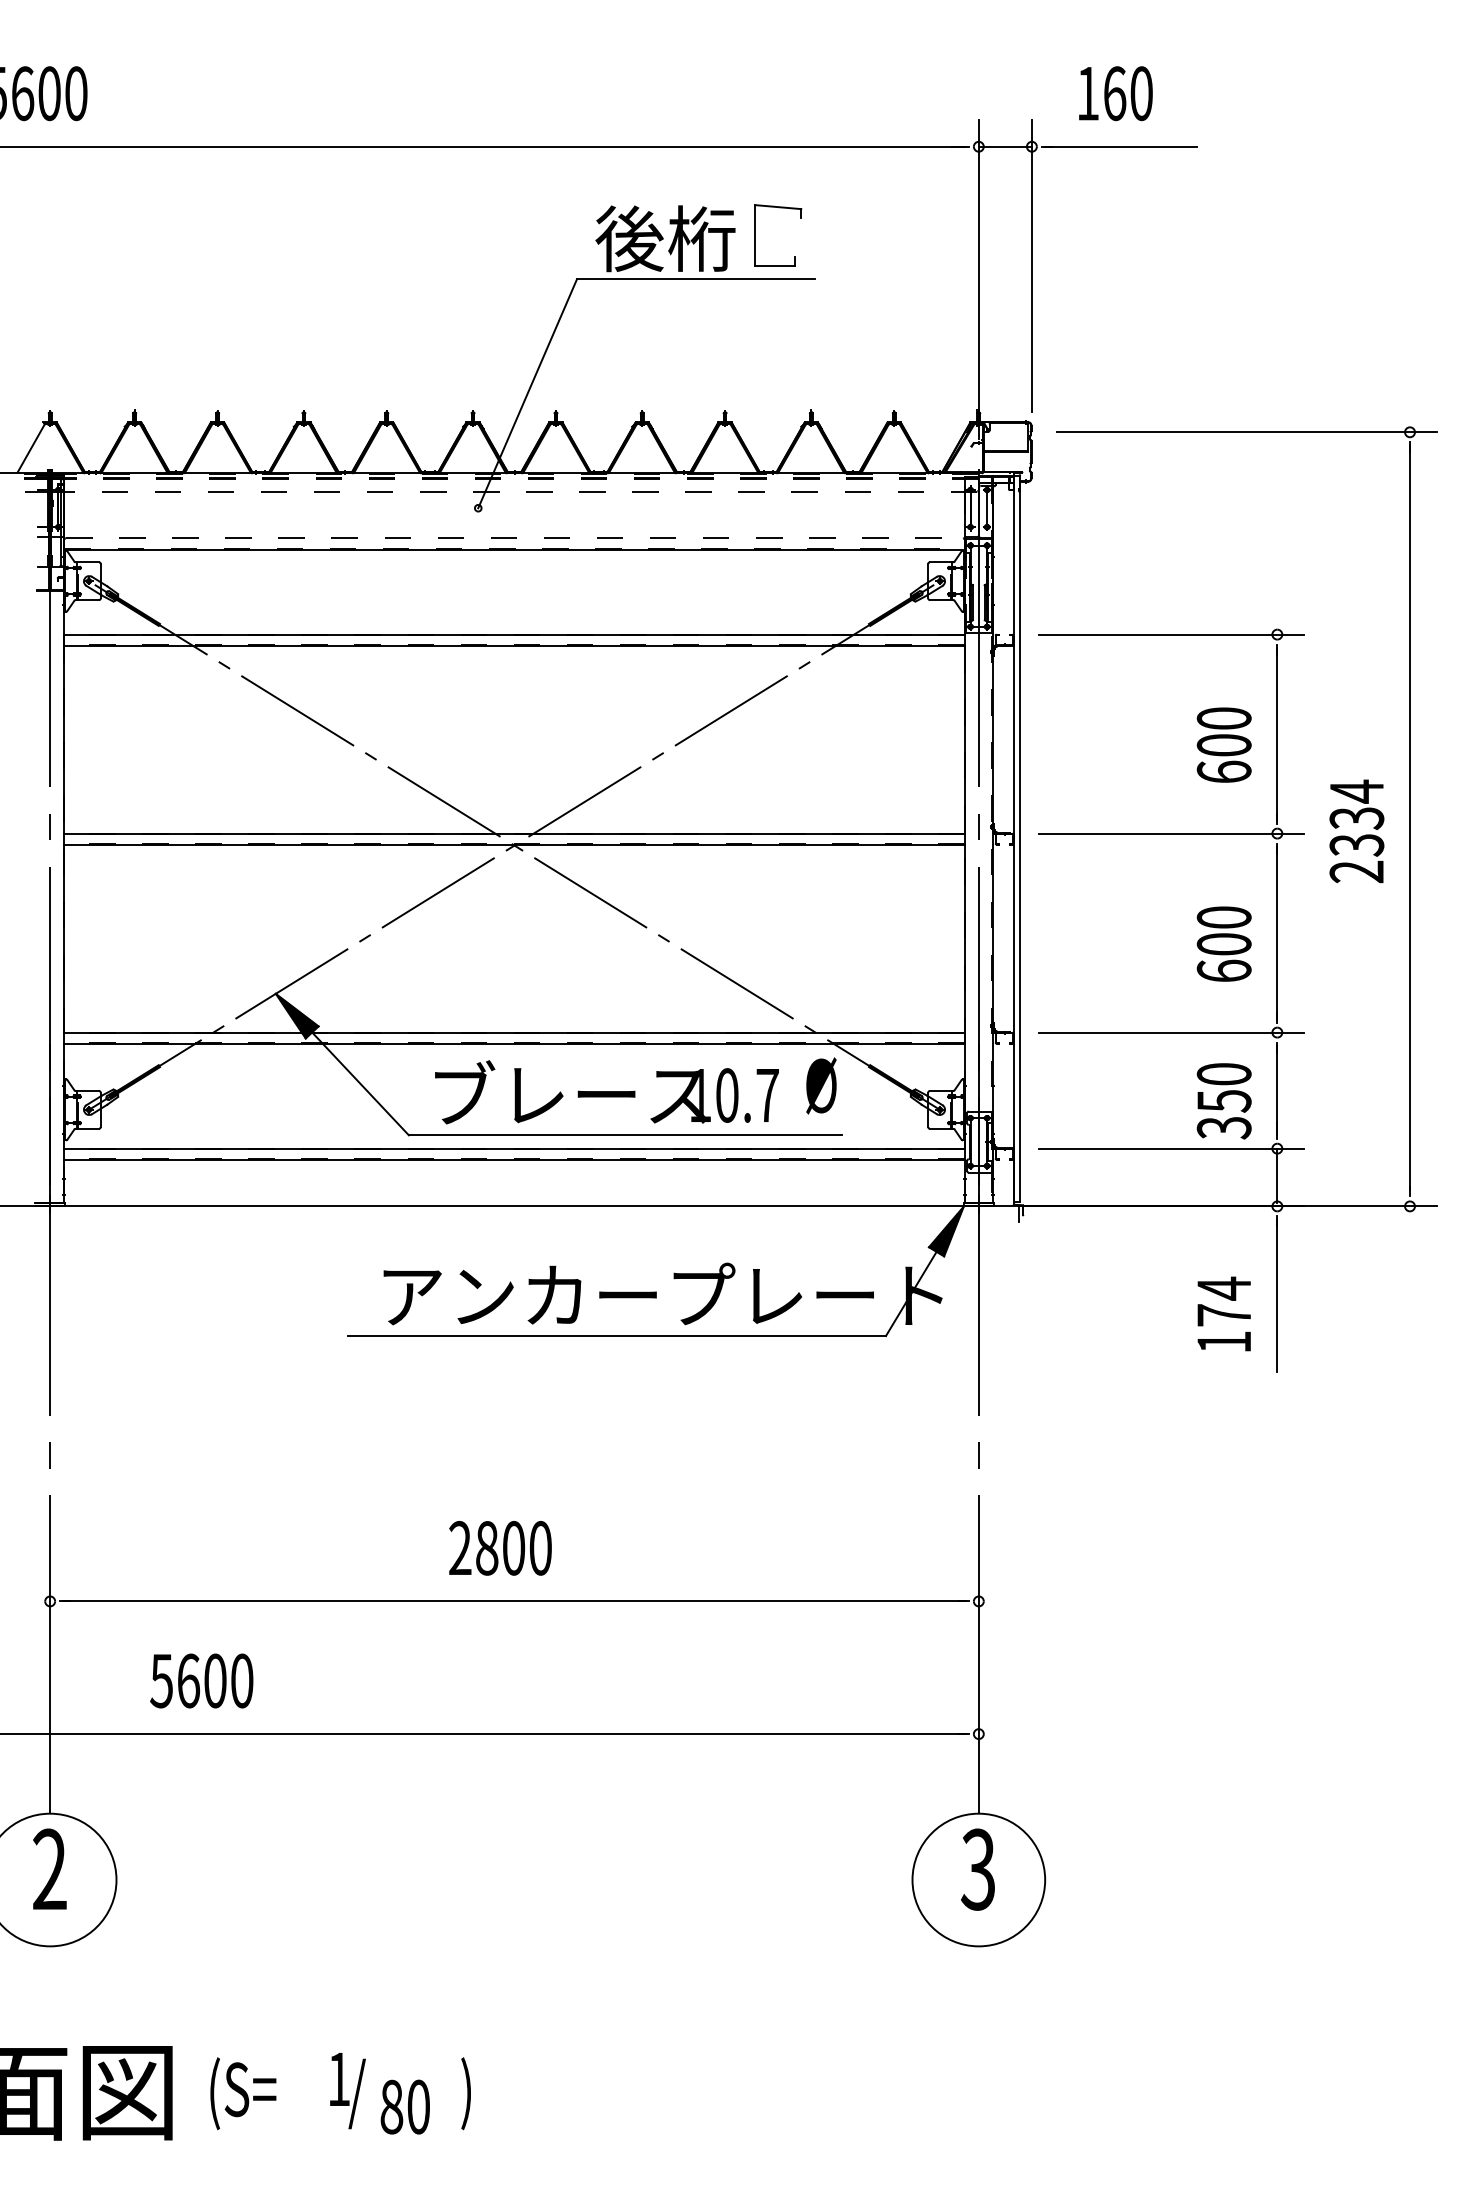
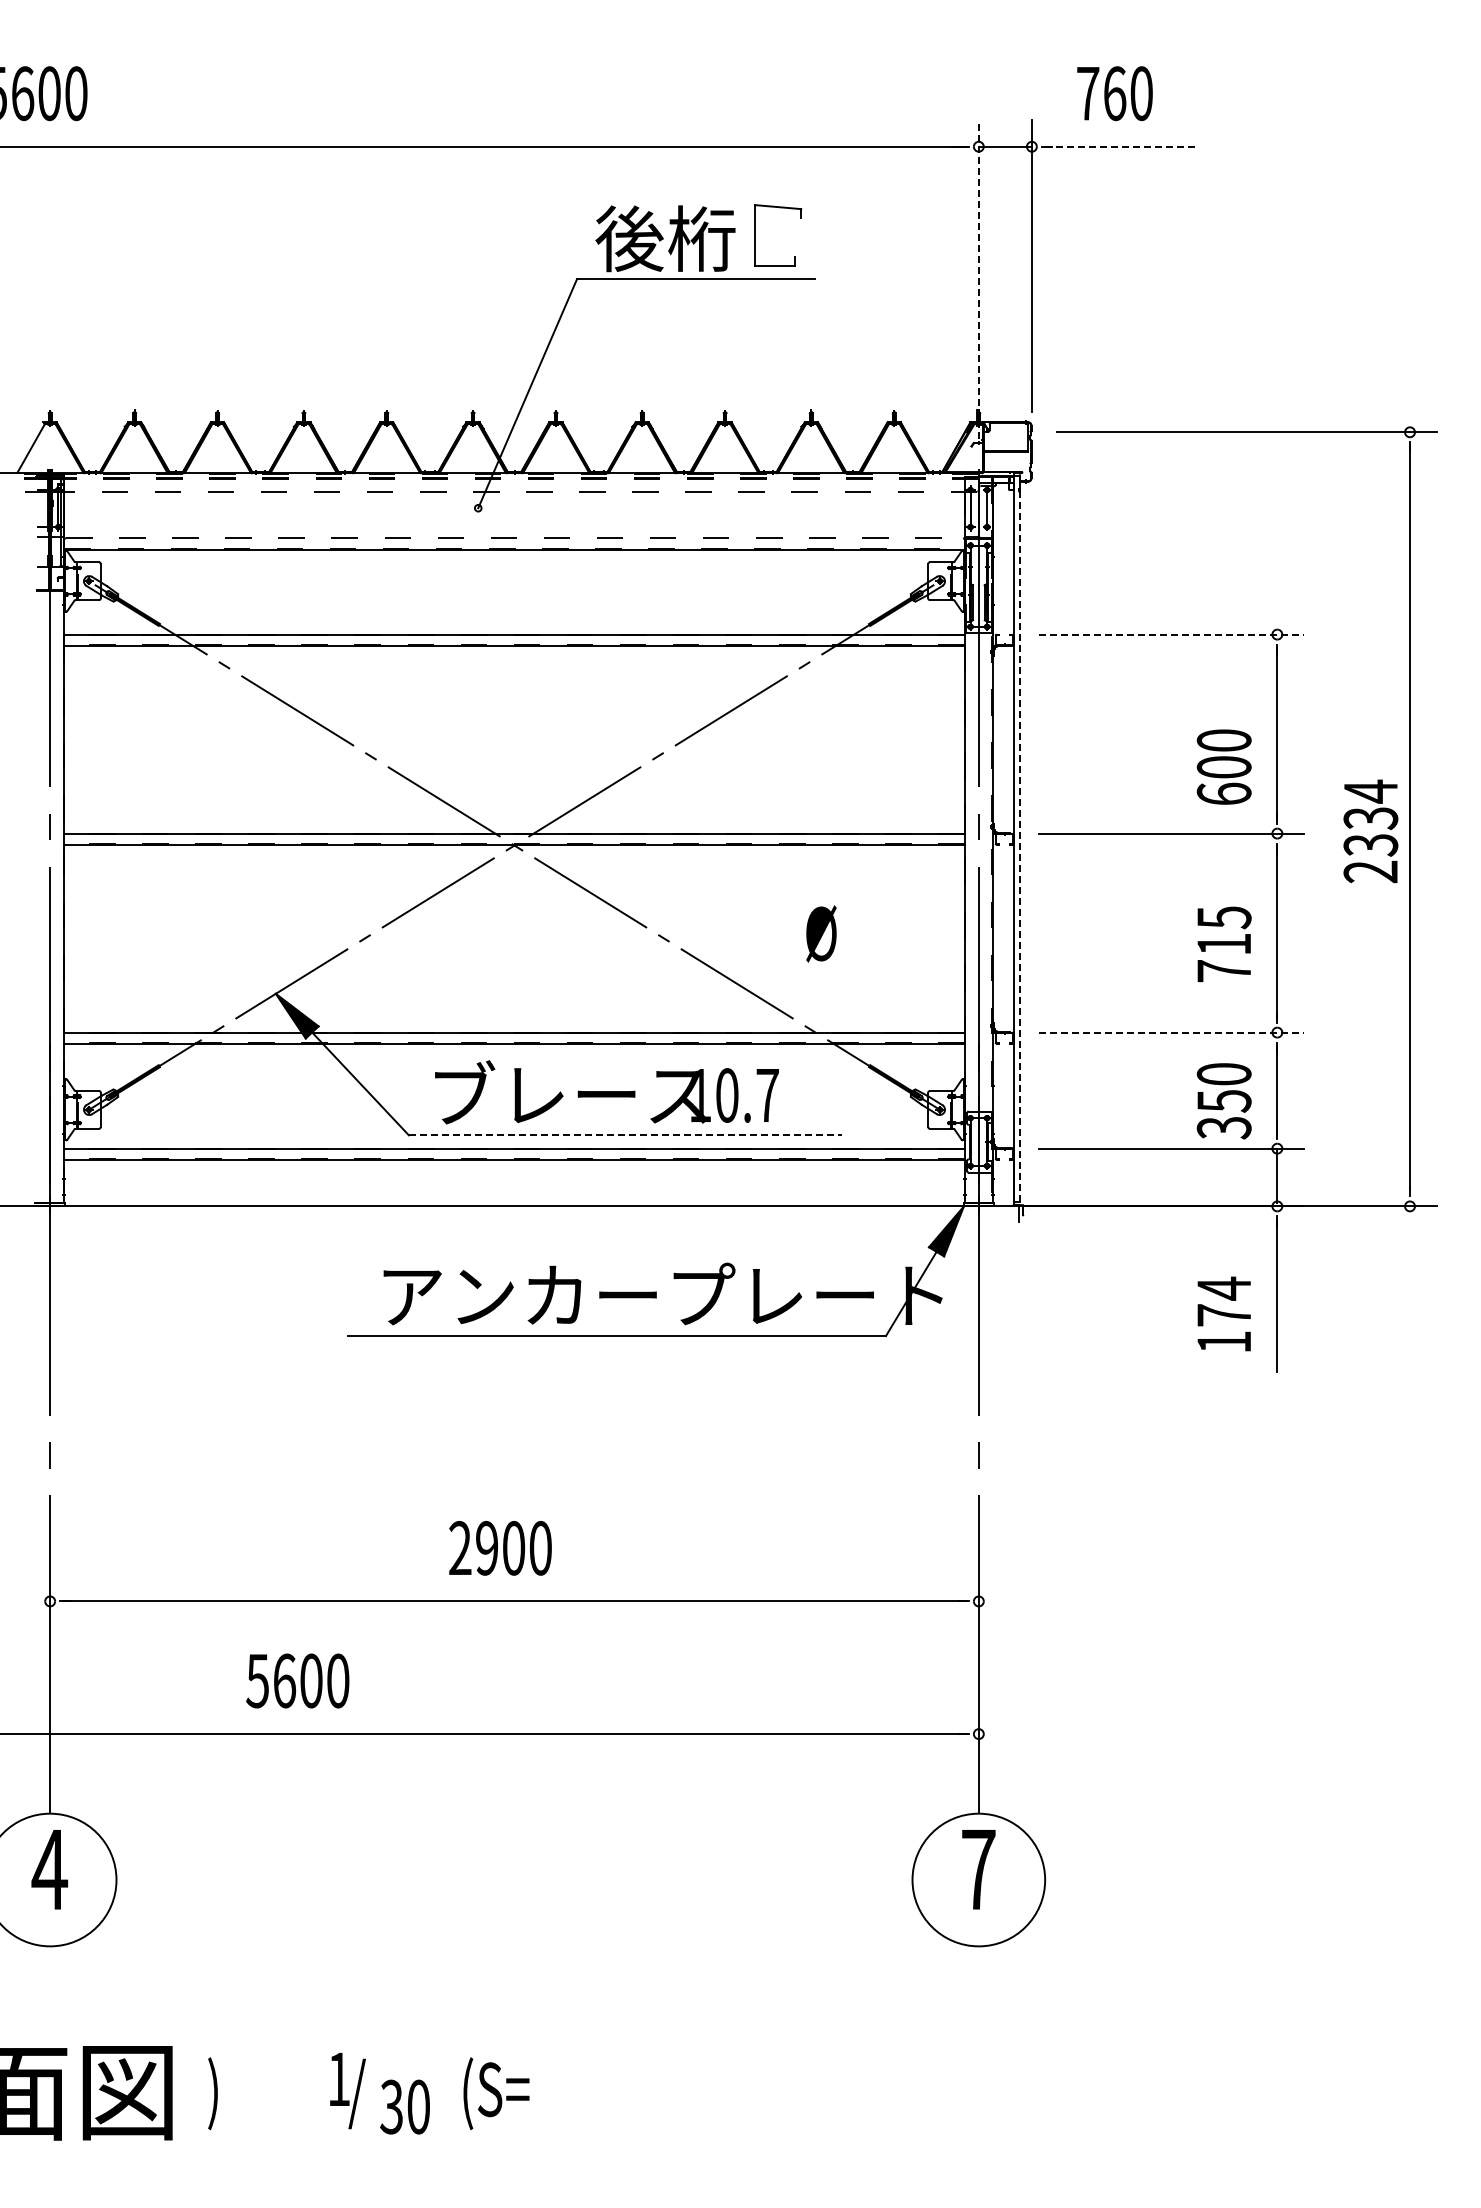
text at (1088, 93): 160 -> 760
line at (1121, 146): solid -> dashed
line at (978, 279): solid -> dashed
line at (1171, 634): solid -> dashed
text at (1223, 744) position: (1223, 744) -> (1223, 766)
text at (1356, 831) position: (1356, 831) -> (1370, 831)
line at (1020, 839): solid -> dashed
text at (1223, 944): 600 -> 715
line at (1171, 1032): solid -> dashed
text at (821, 1085) position: (821, 1085) -> (821, 933)
line at (625, 1135): solid -> dashed
text at (487, 1548): 2800 -> 2900
text at (201, 1680) position: (201, 1680) -> (297, 1680)
text at (49, 1868): 2 -> 4
text at (978, 1869): 3 -> 7
text at (242, 2093): (S= -> )
text at (495, 2093): ) -> (S=
text at (391, 2106): 80 -> 30
